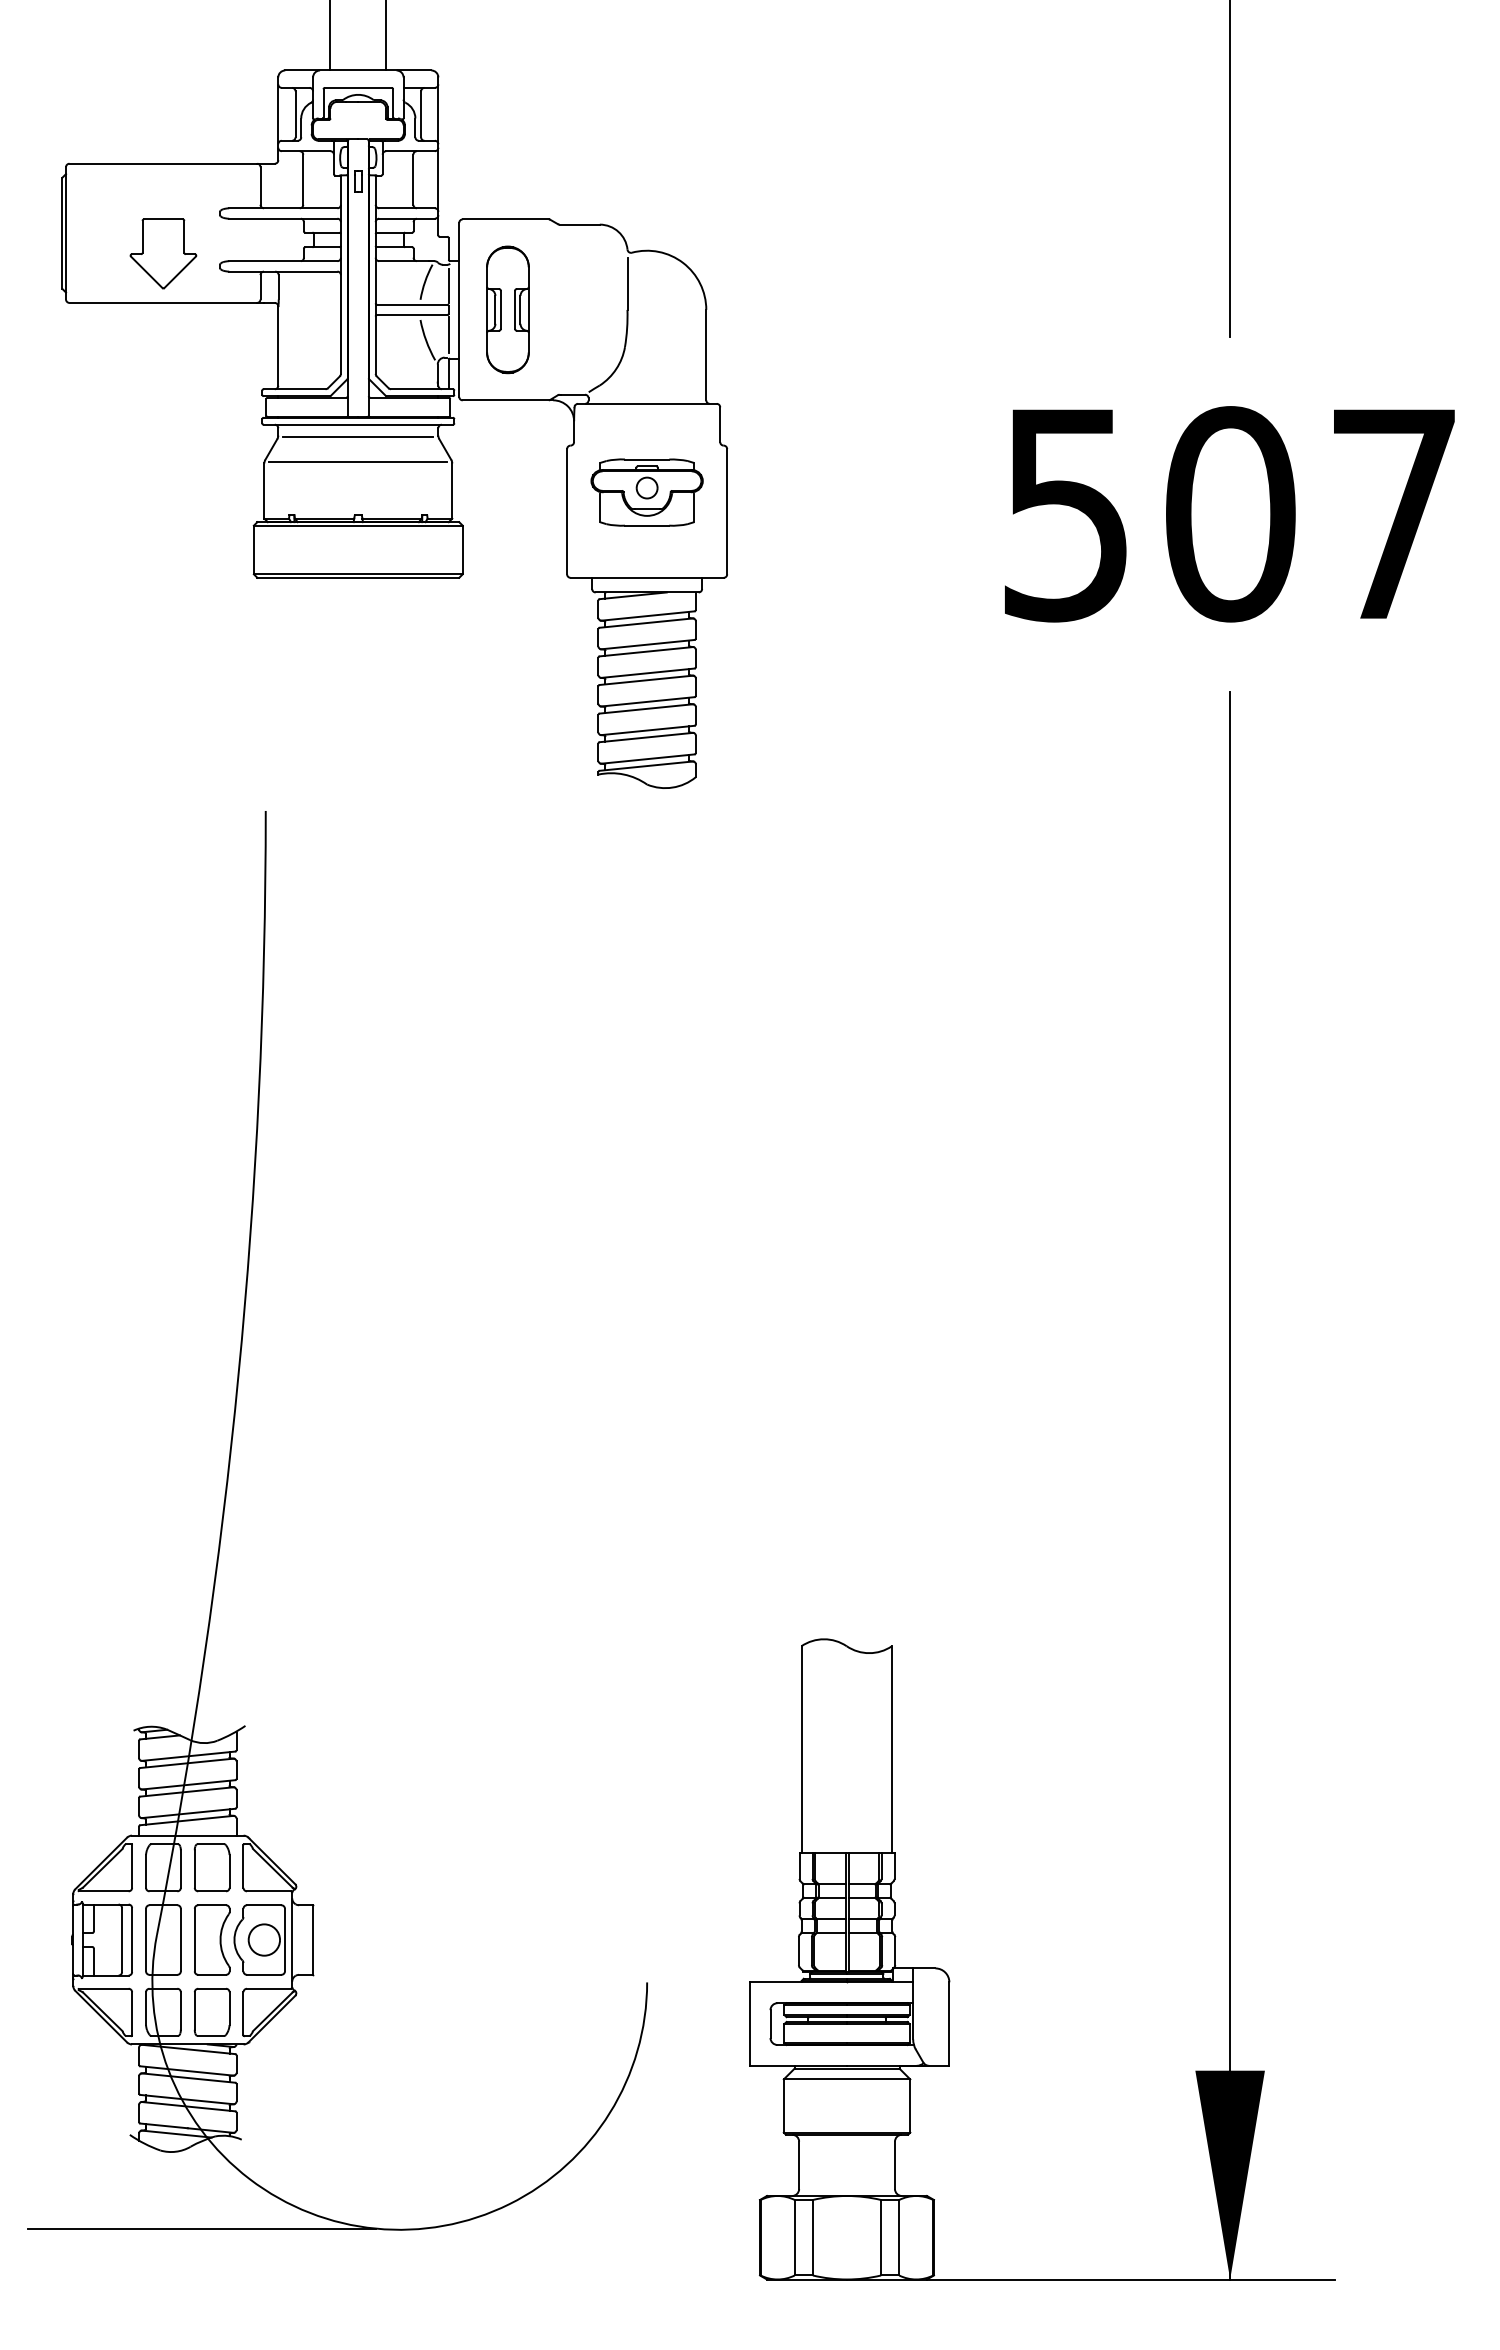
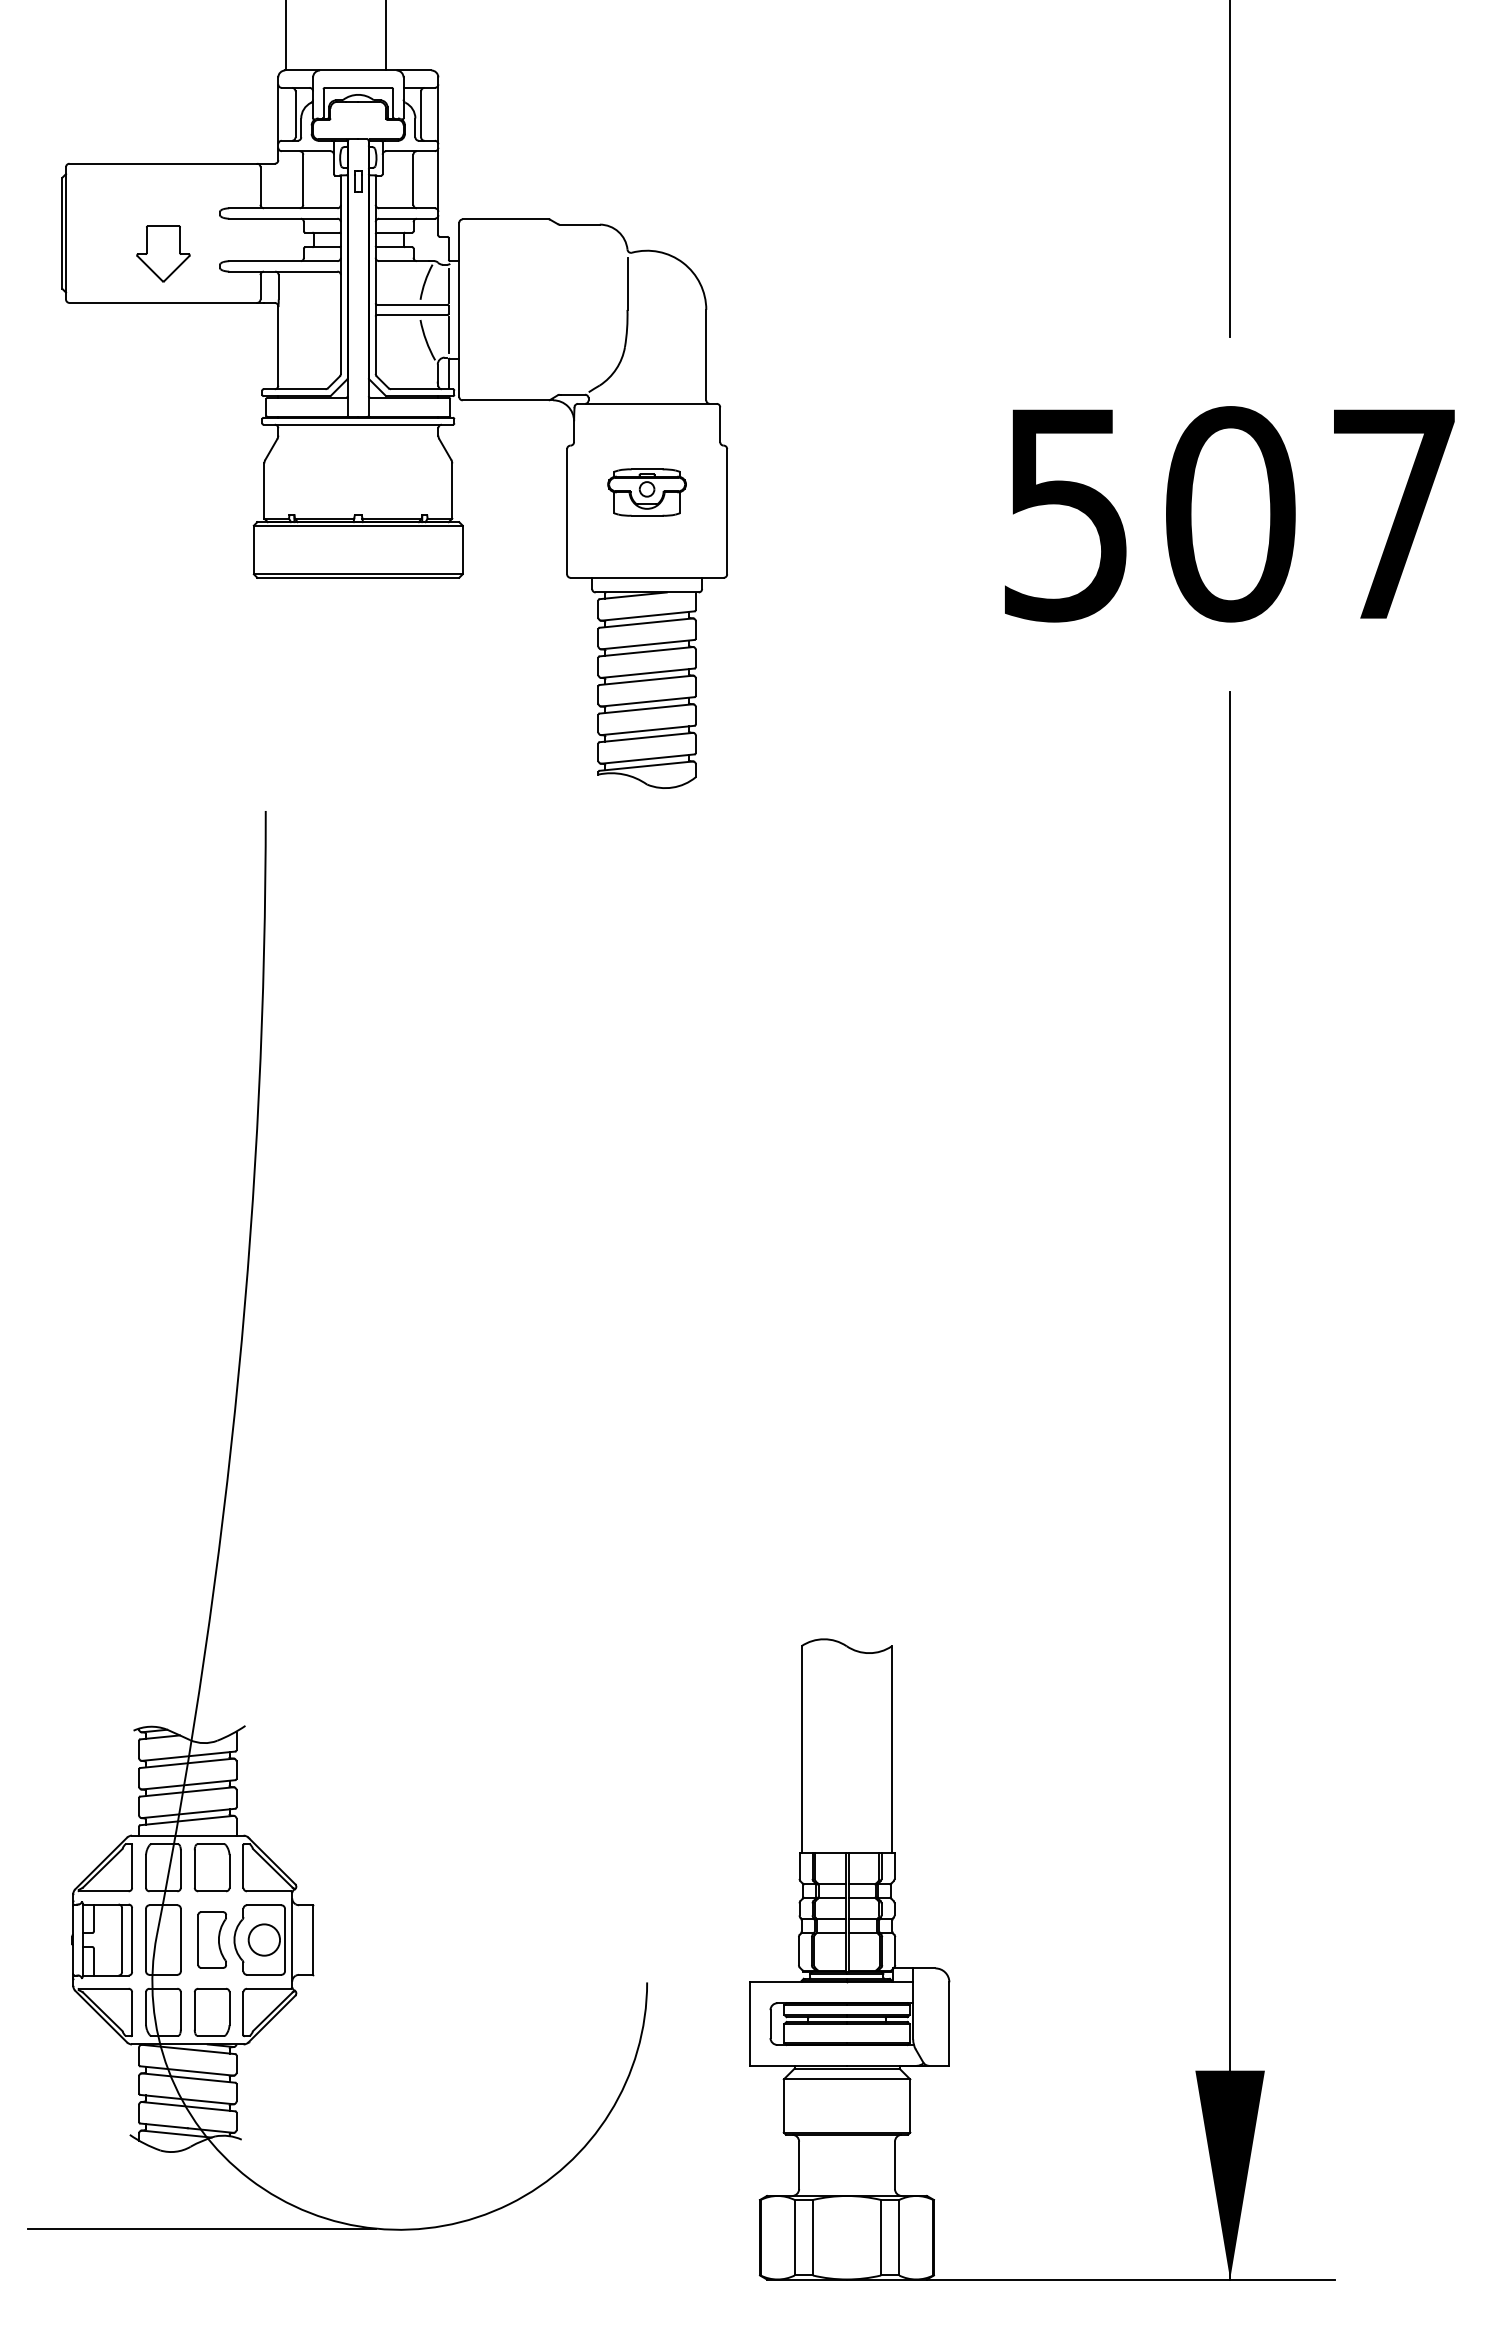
line at (330, 36) position: (330, 36) -> (286, 36)
part at (163, 253) size: 69x72 px -> 55x58 px
part at (507, 309): present -> none
line at (357, 437): present -> none
line at (358, 461): present -> none
part at (646, 492) size: 114x69 px -> 80x49 px
part at (212, 1939) size: 37x72 px -> 30x58 px
